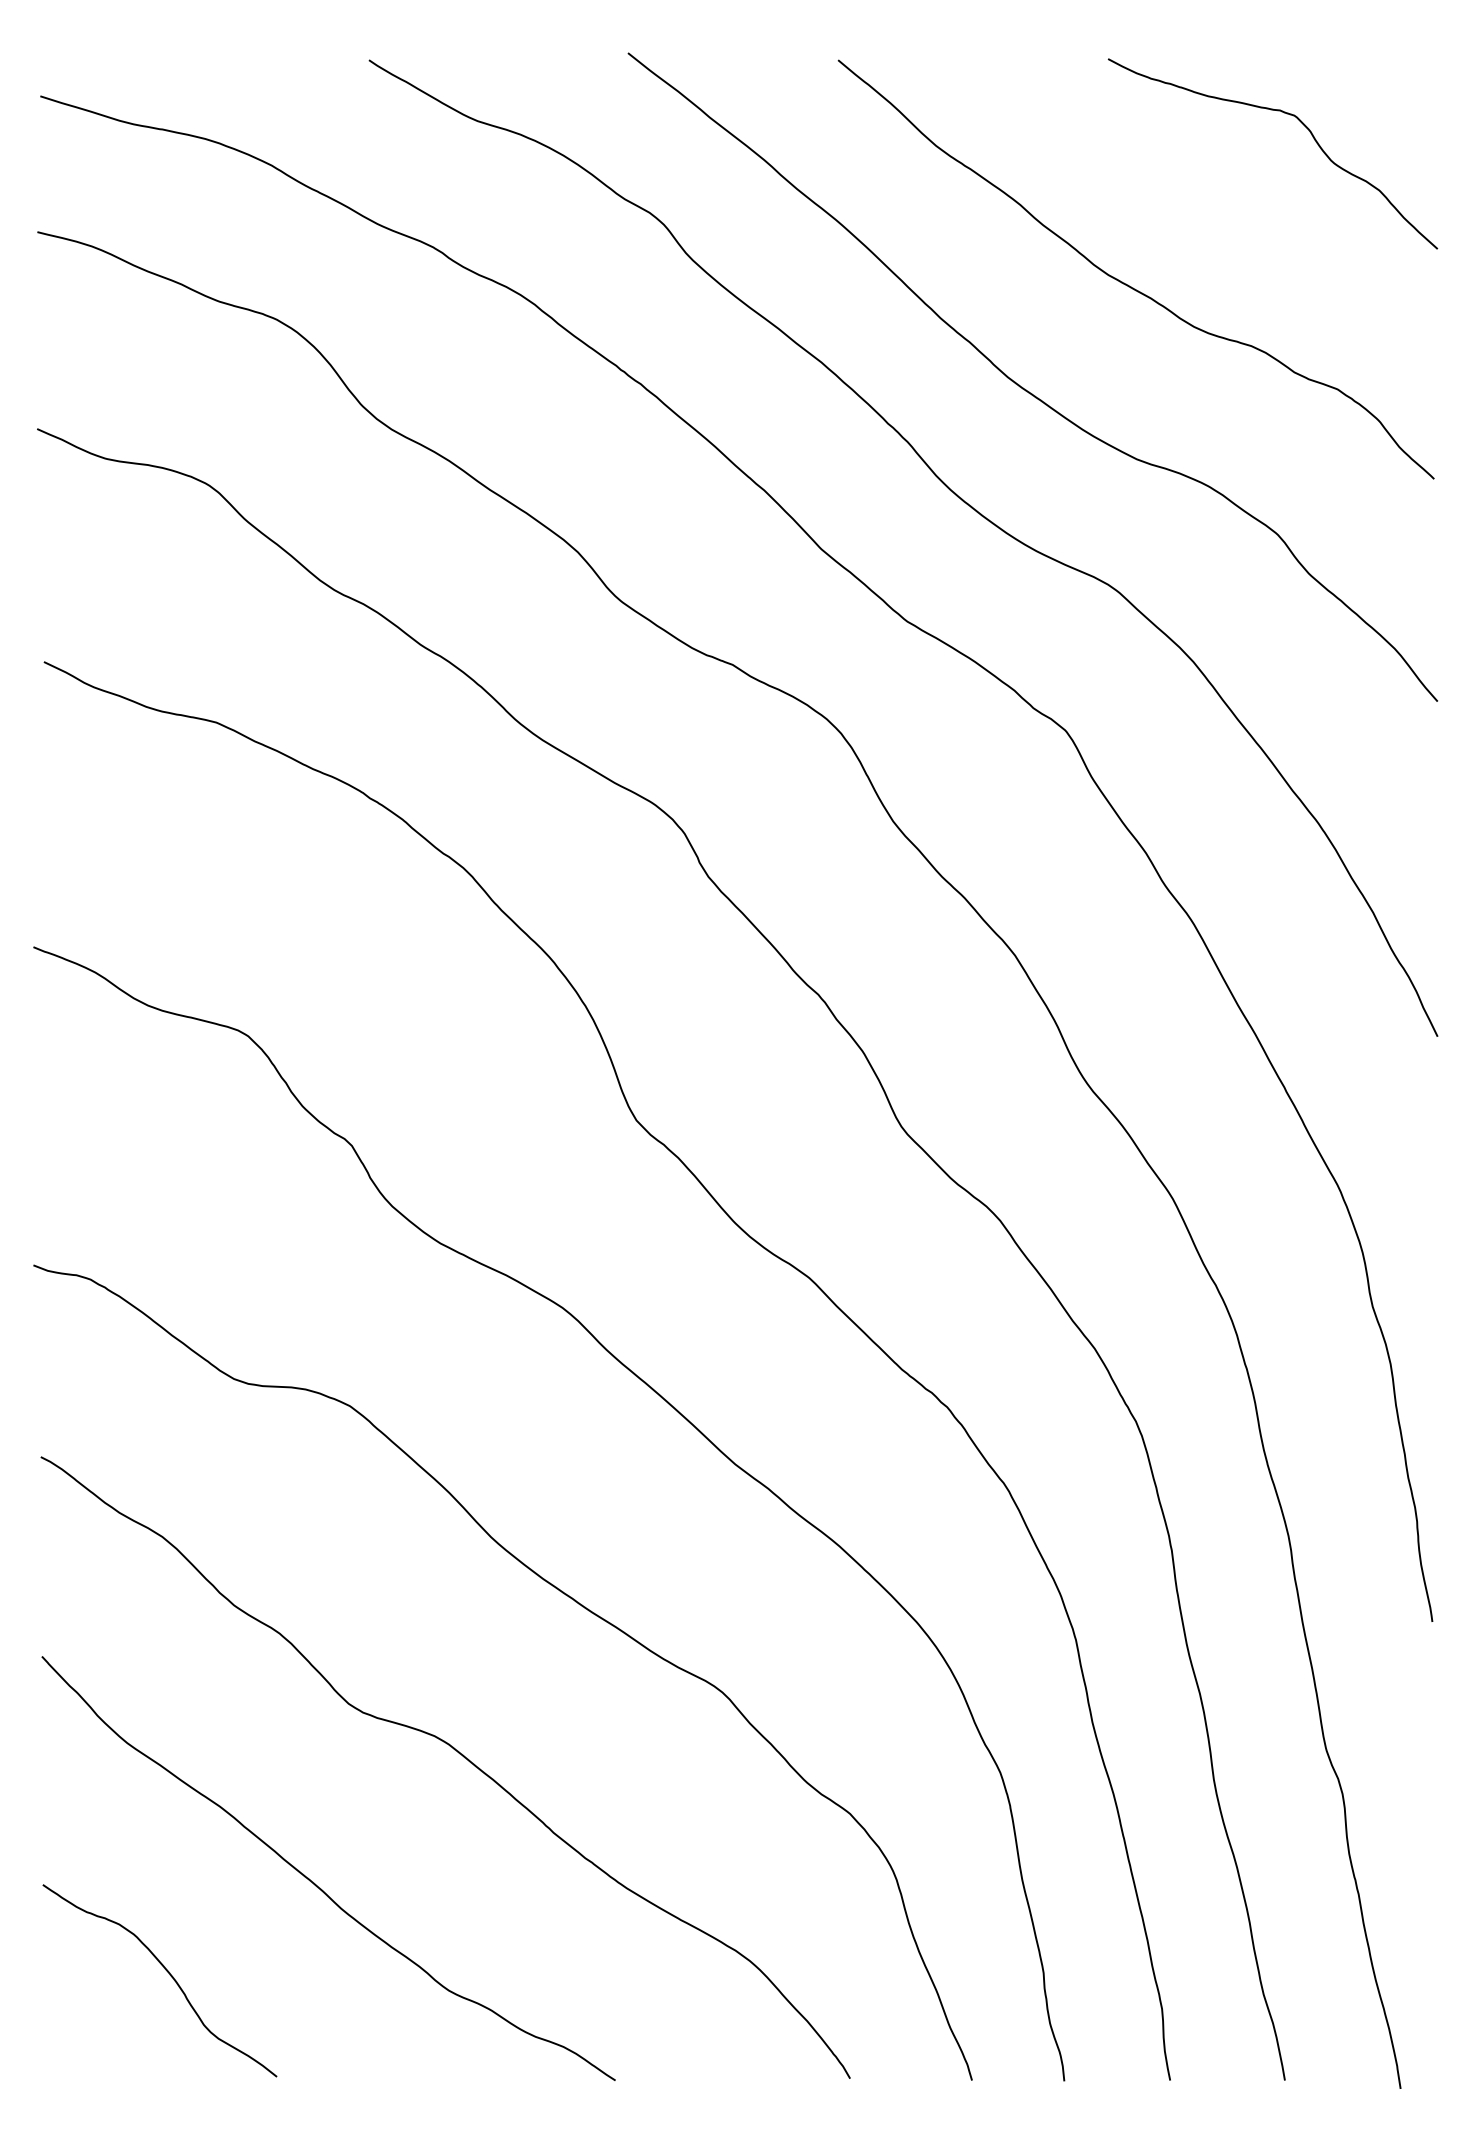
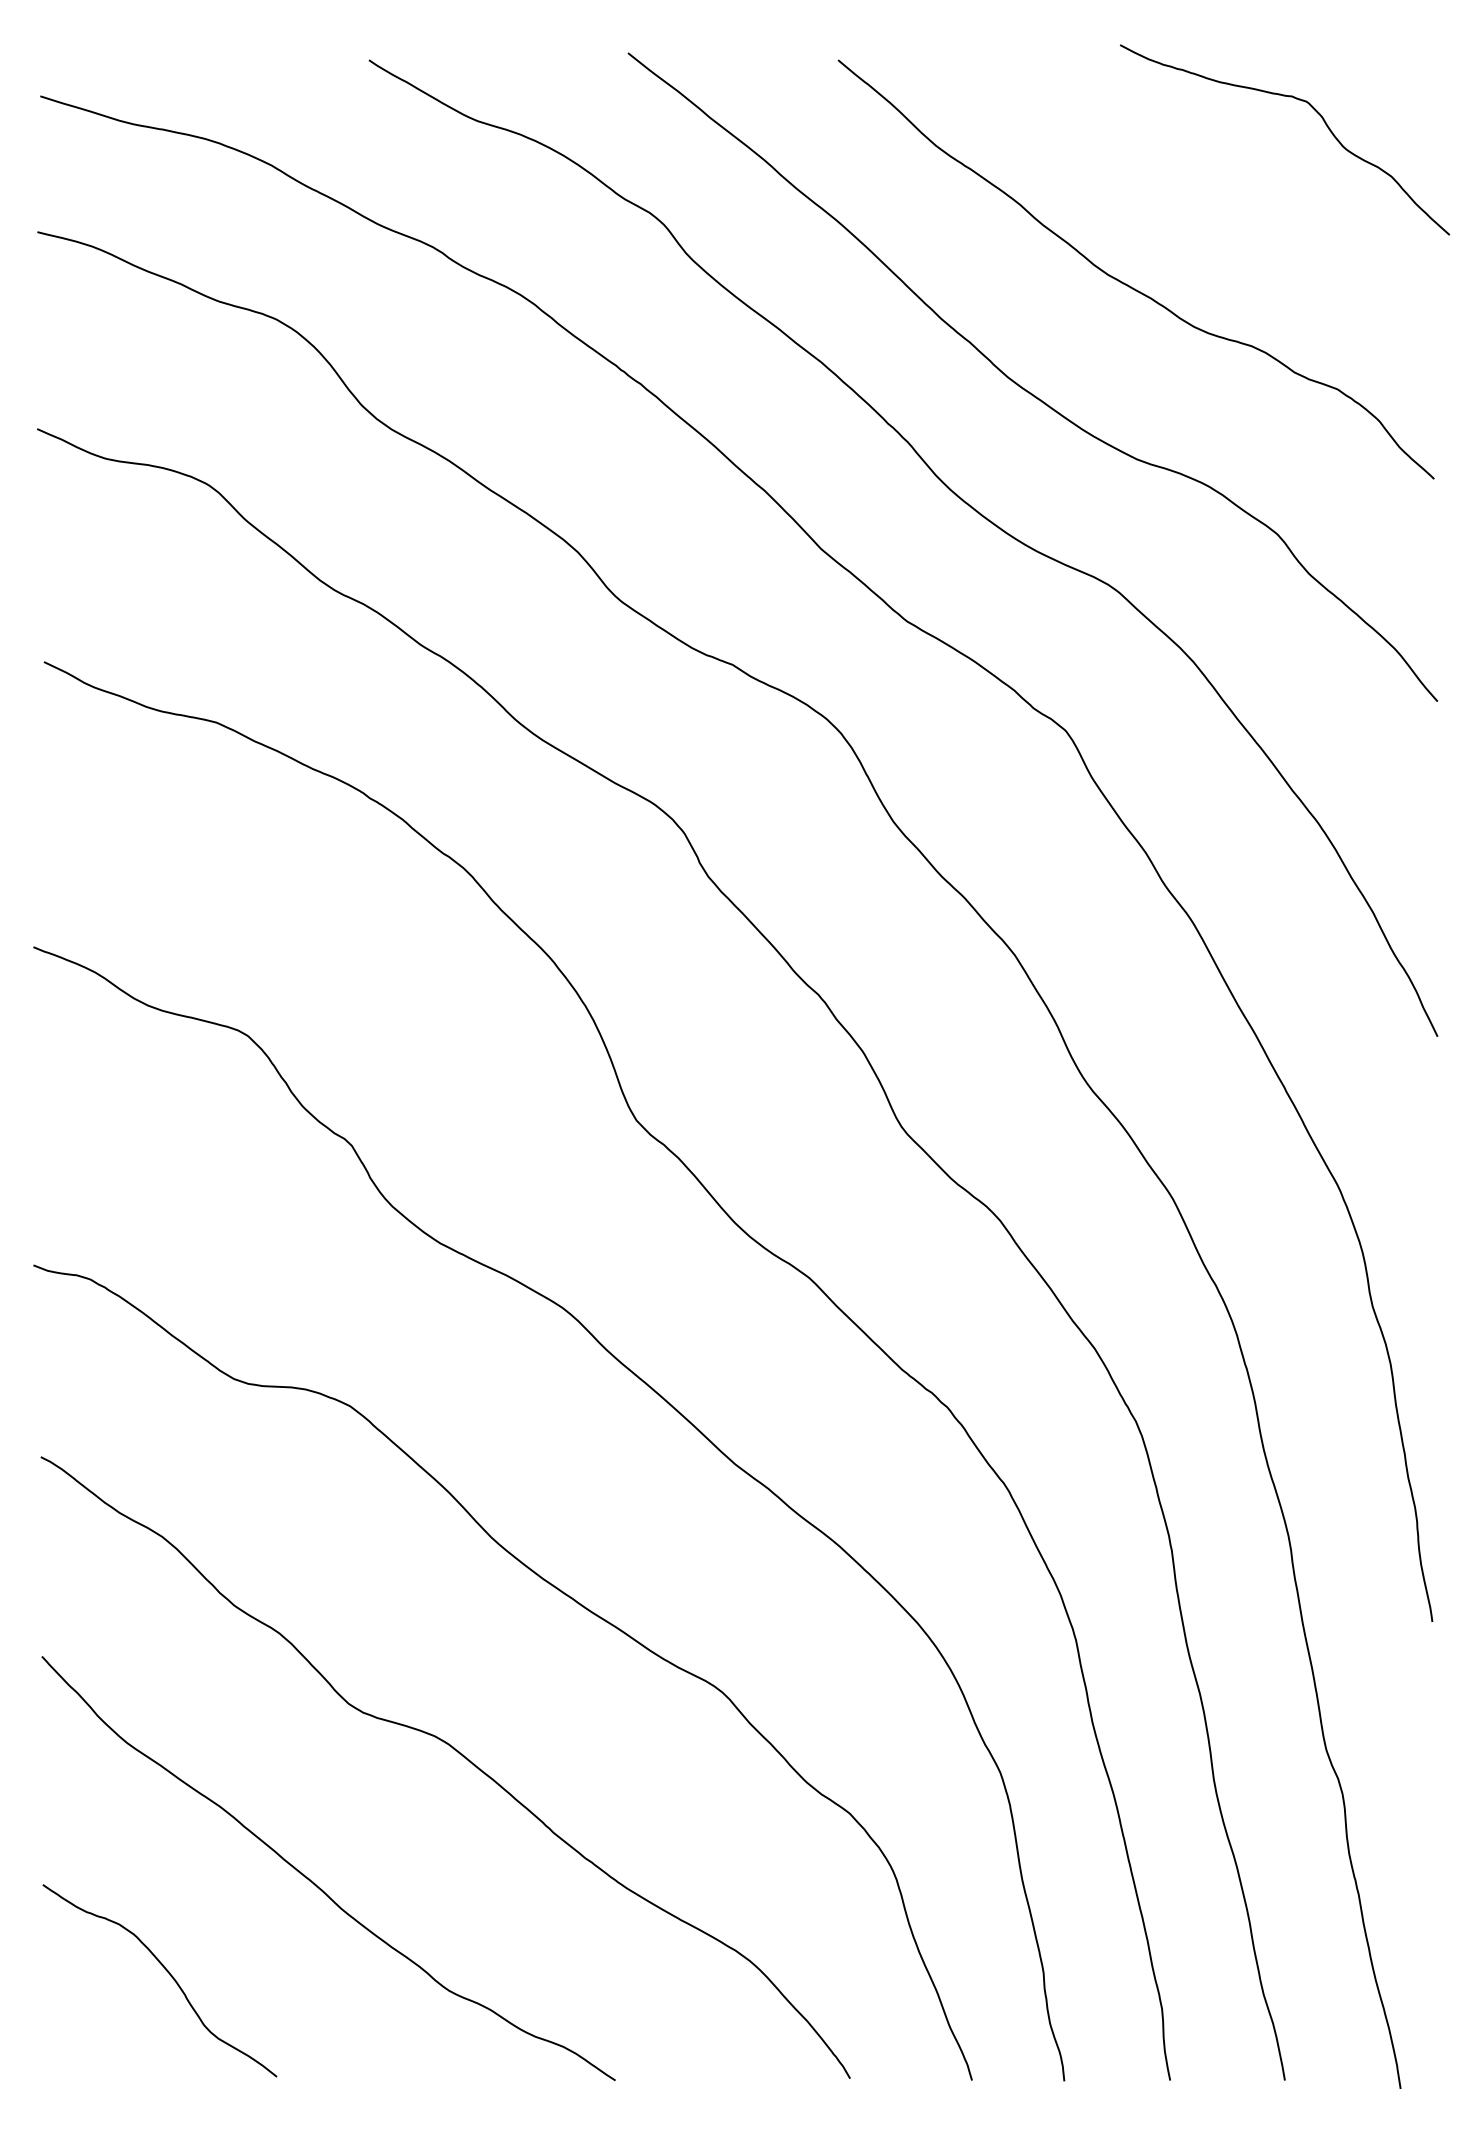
curve at (1302, 124) position: (1302, 124) -> (1314, 110)
